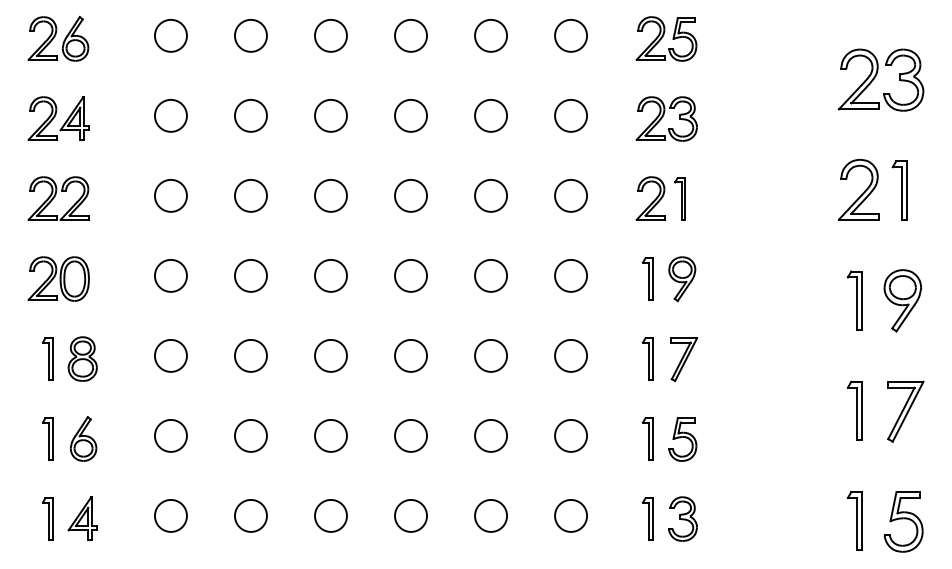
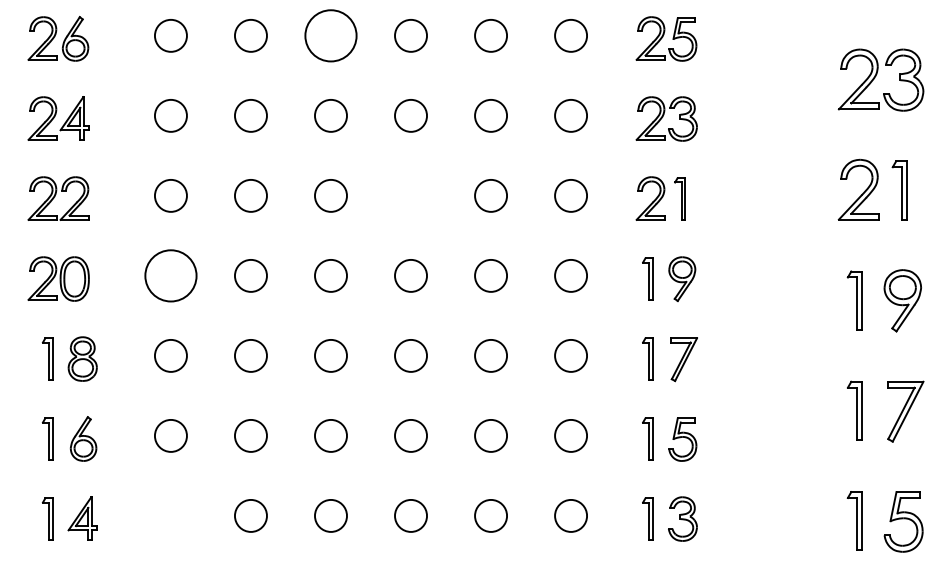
circle at (331, 35) diameter: 32 px -> 51 px
circle at (410, 195): present -> none
circle at (170, 275) diameter: 32 px -> 51 px
circle at (170, 515): present -> none
